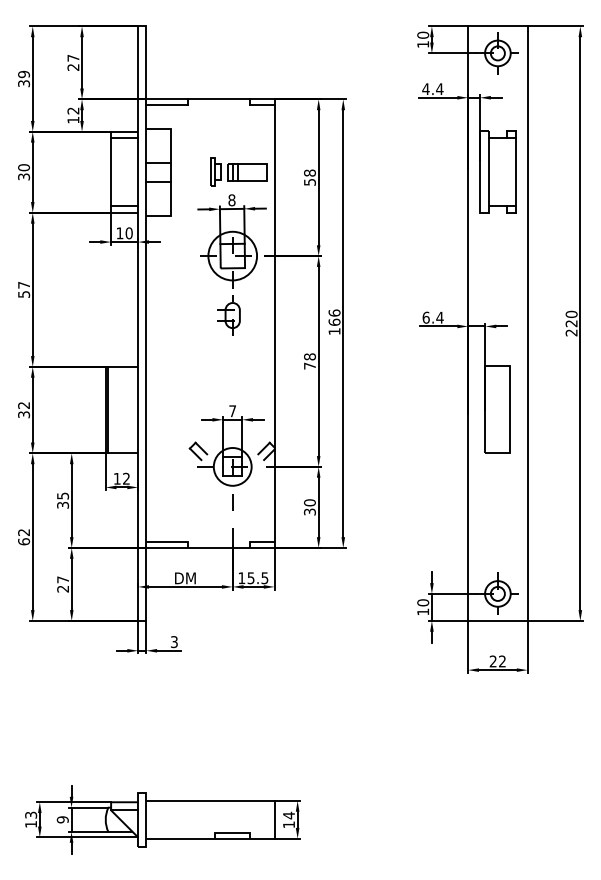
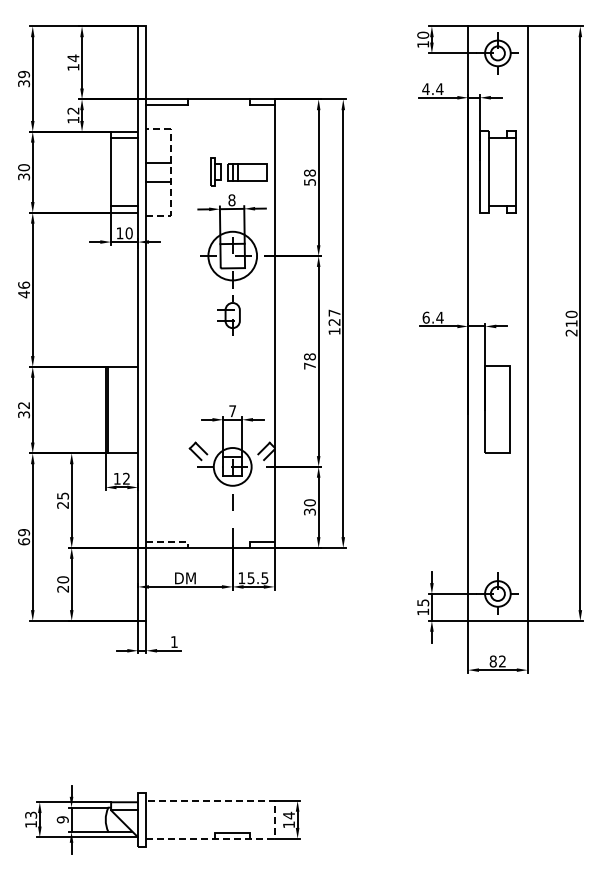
text at (73, 62): 27 -> 14
line at (170, 171): solid -> dashed
text at (24, 289): 57 -> 46
text at (334, 317): 166 -> 127
text at (571, 323): 220 -> 210
text at (63, 504): 35 -> 25
text at (24, 532): 62 -> 69
line at (171, 542): solid -> dashed
text at (63, 579): 27 -> 20
text at (423, 602): 10 -> 15
text at (174, 642): 3 -> 1
text at (492, 661): 22 -> 82
line at (274, 819): solid -> dashed
